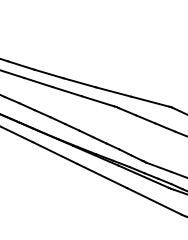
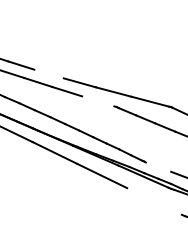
line at (48, 73): present -> none
line at (98, 101): present -> none
line at (158, 166): present -> none
line at (154, 201): present -> none
